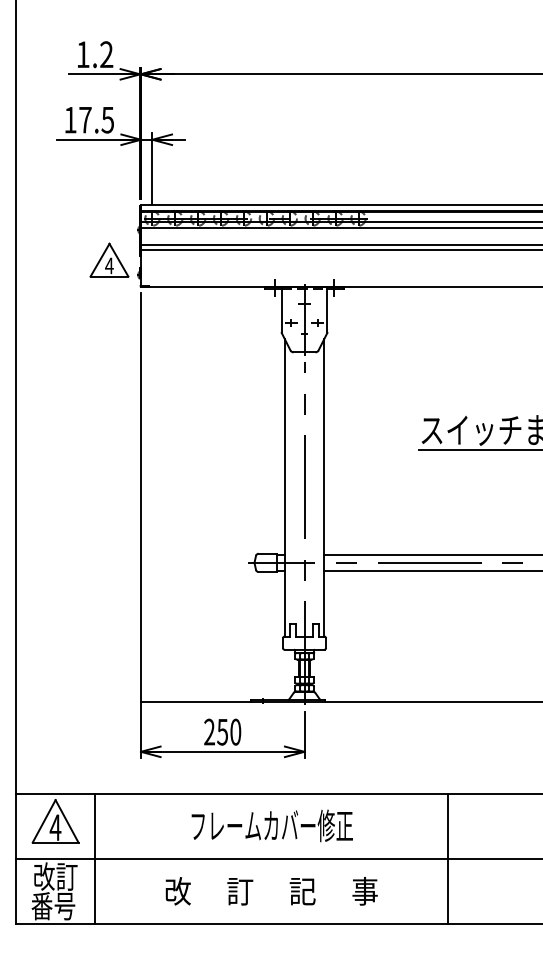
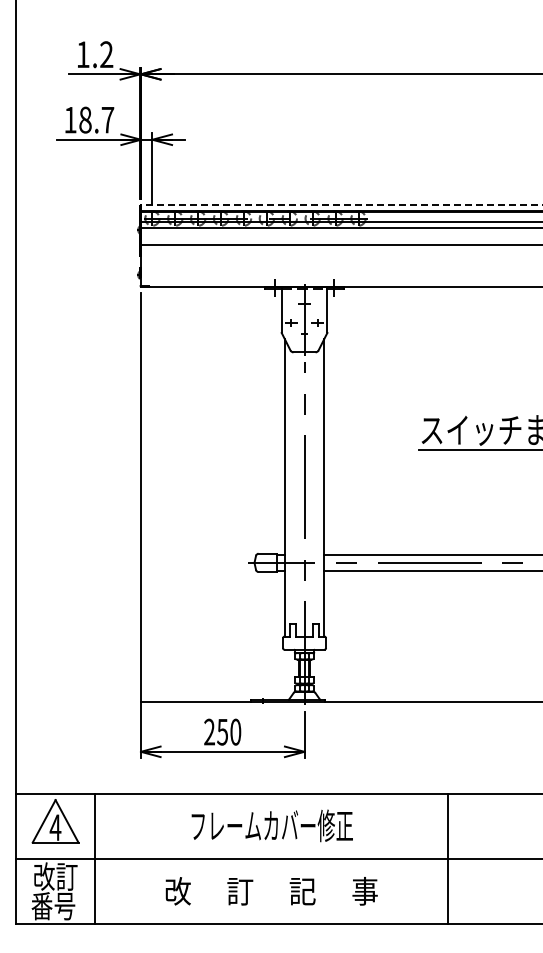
text at (96, 119): 17.5 -> 18.7
line at (341, 205): solid -> dashed
line at (339, 250): present -> none
part at (109, 259): present -> none
